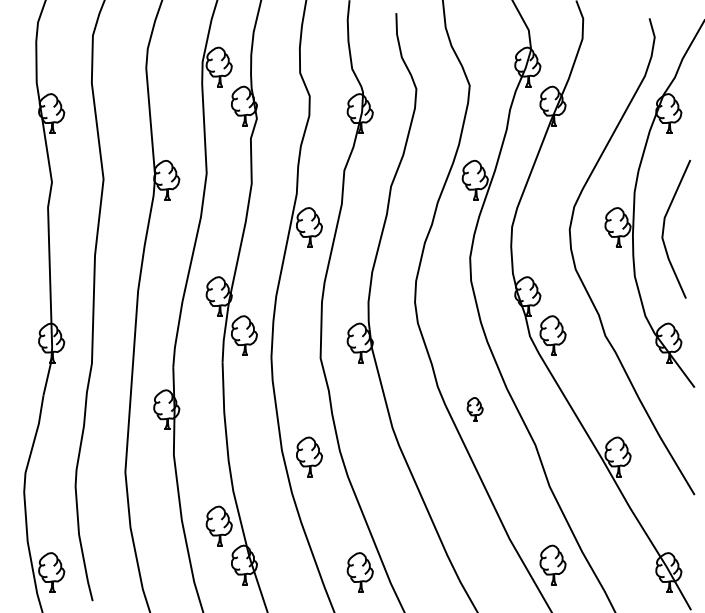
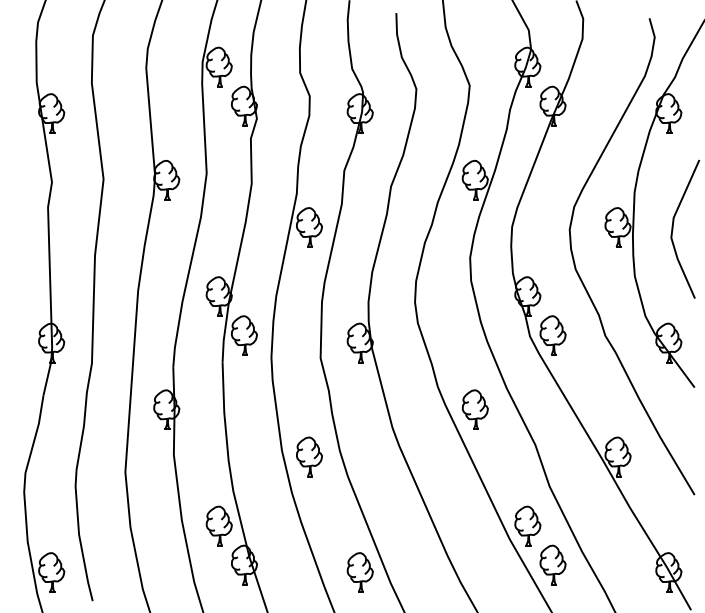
line at (664, 228) position: (664, 228) -> (673, 228)
part at (474, 409) size: 18x25 px -> 28x41 px
part at (527, 525): none -> present
